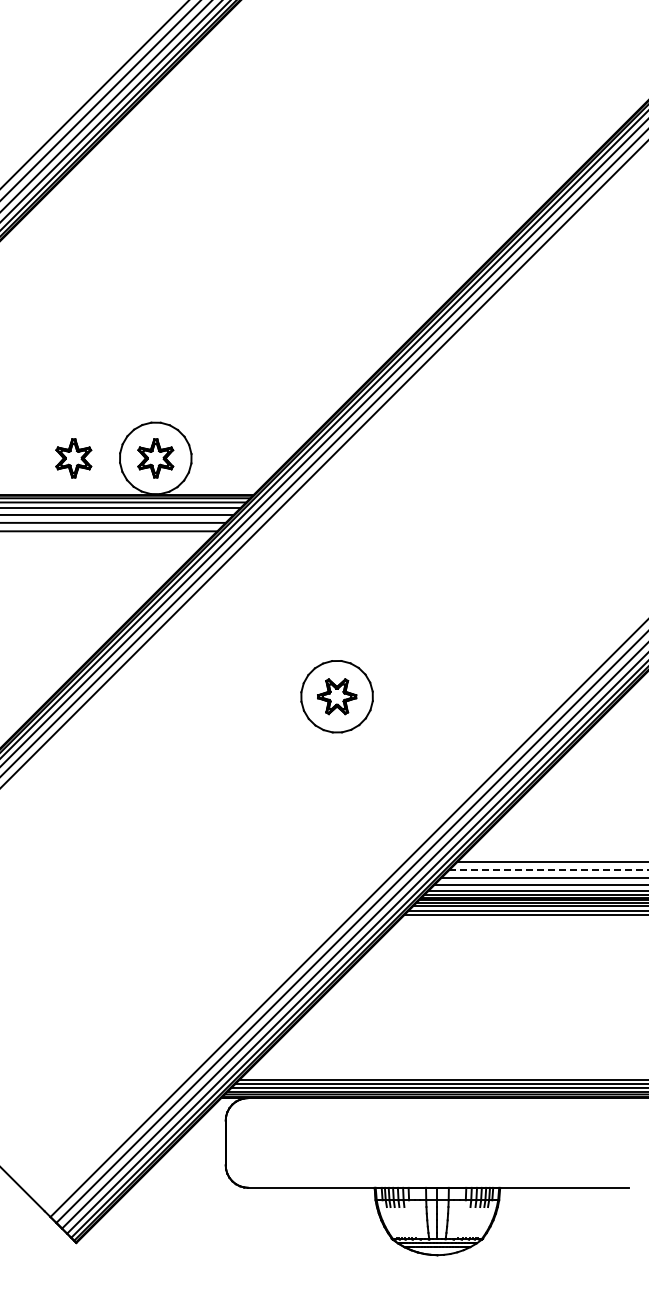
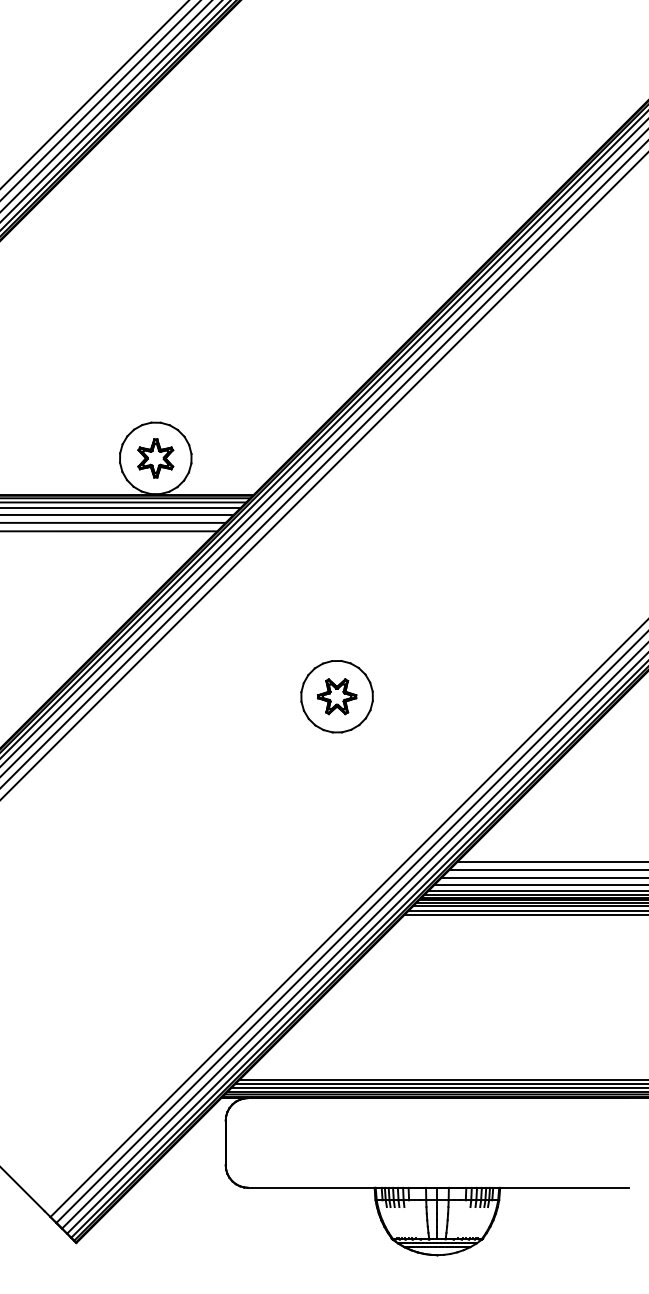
part at (73, 458): present -> none
line at (323, 476): none -> present
line at (549, 870): dashed -> solid
